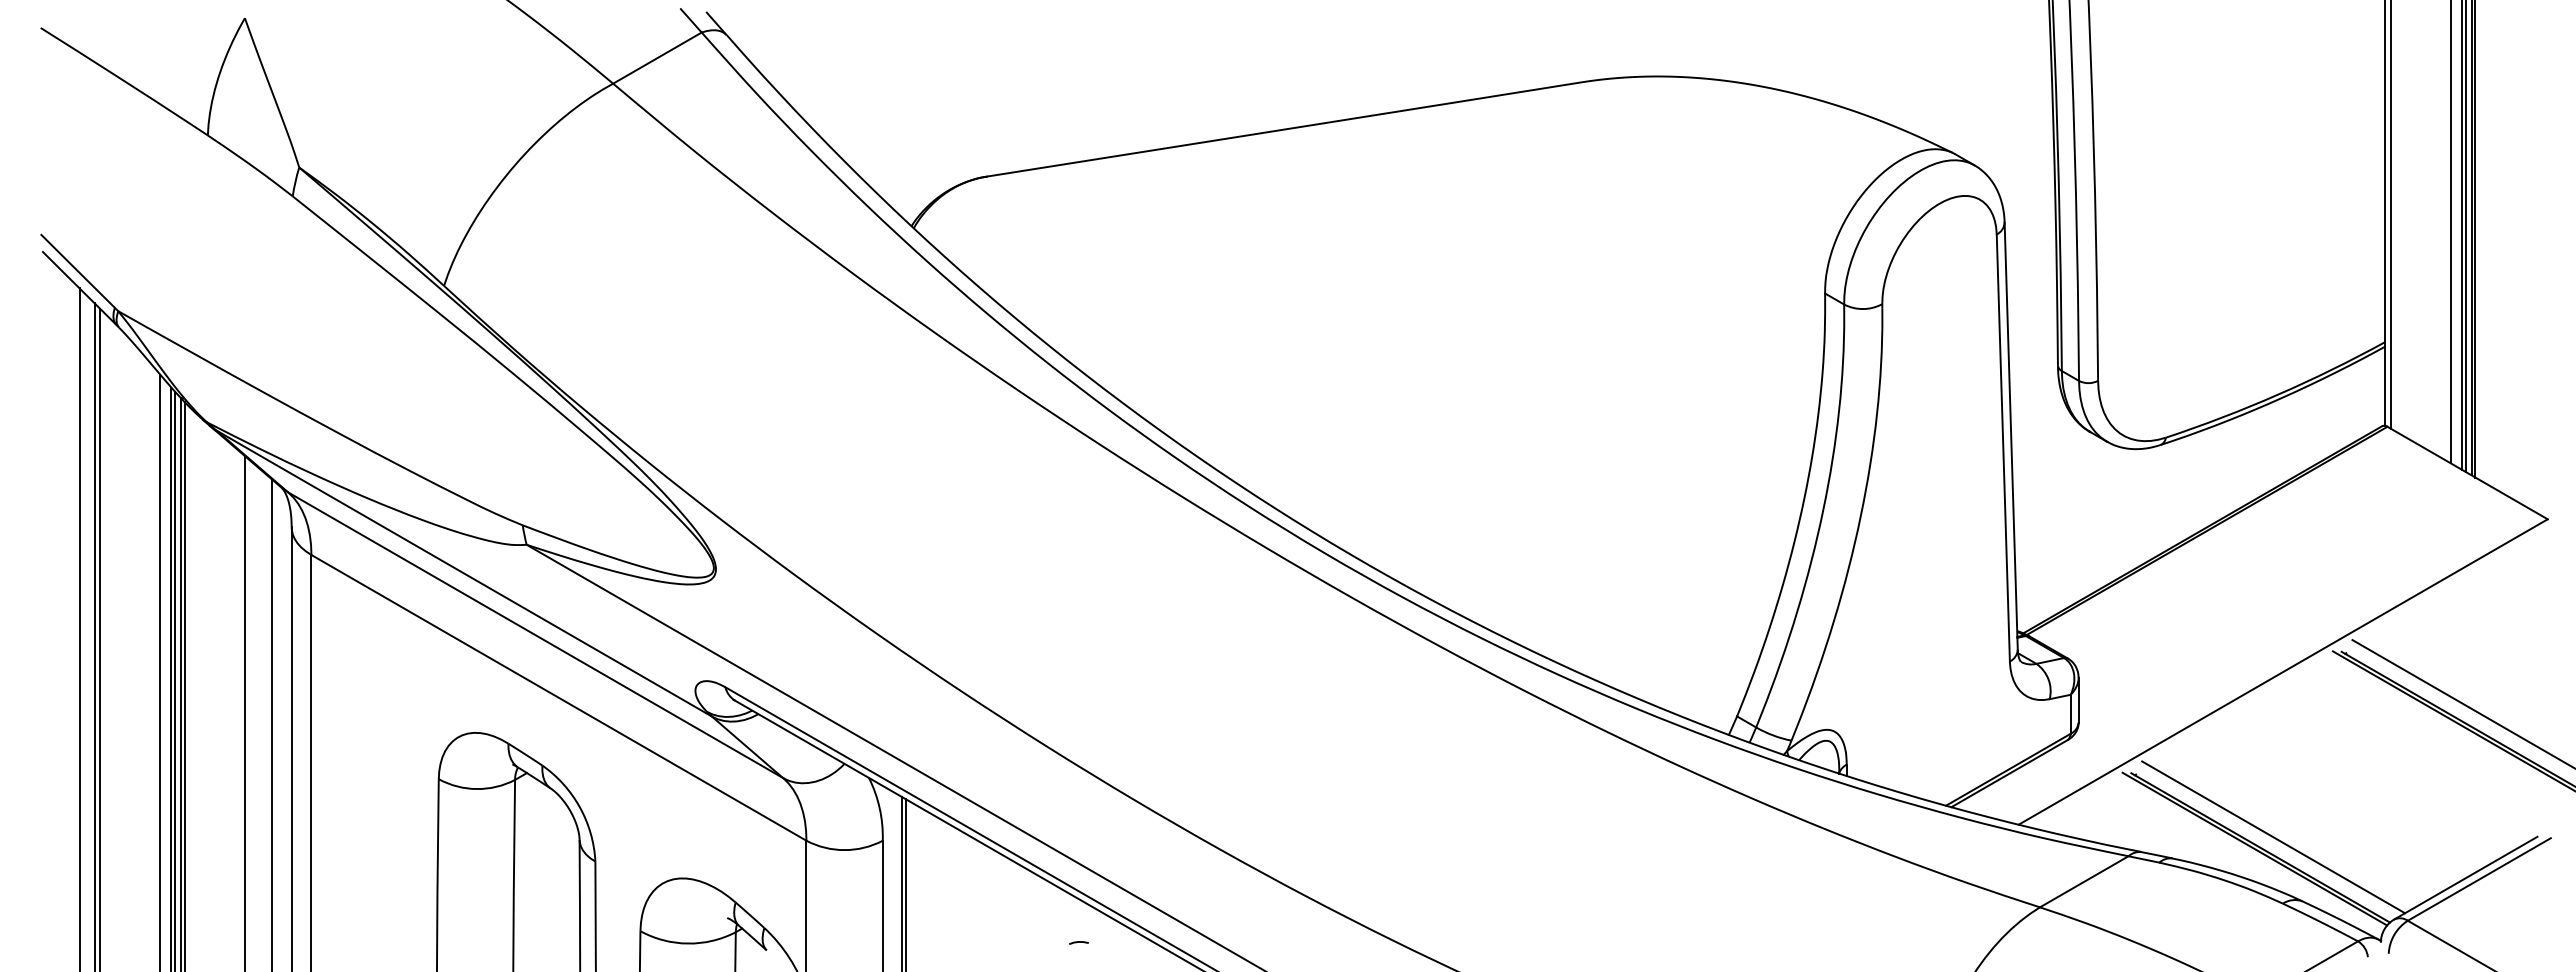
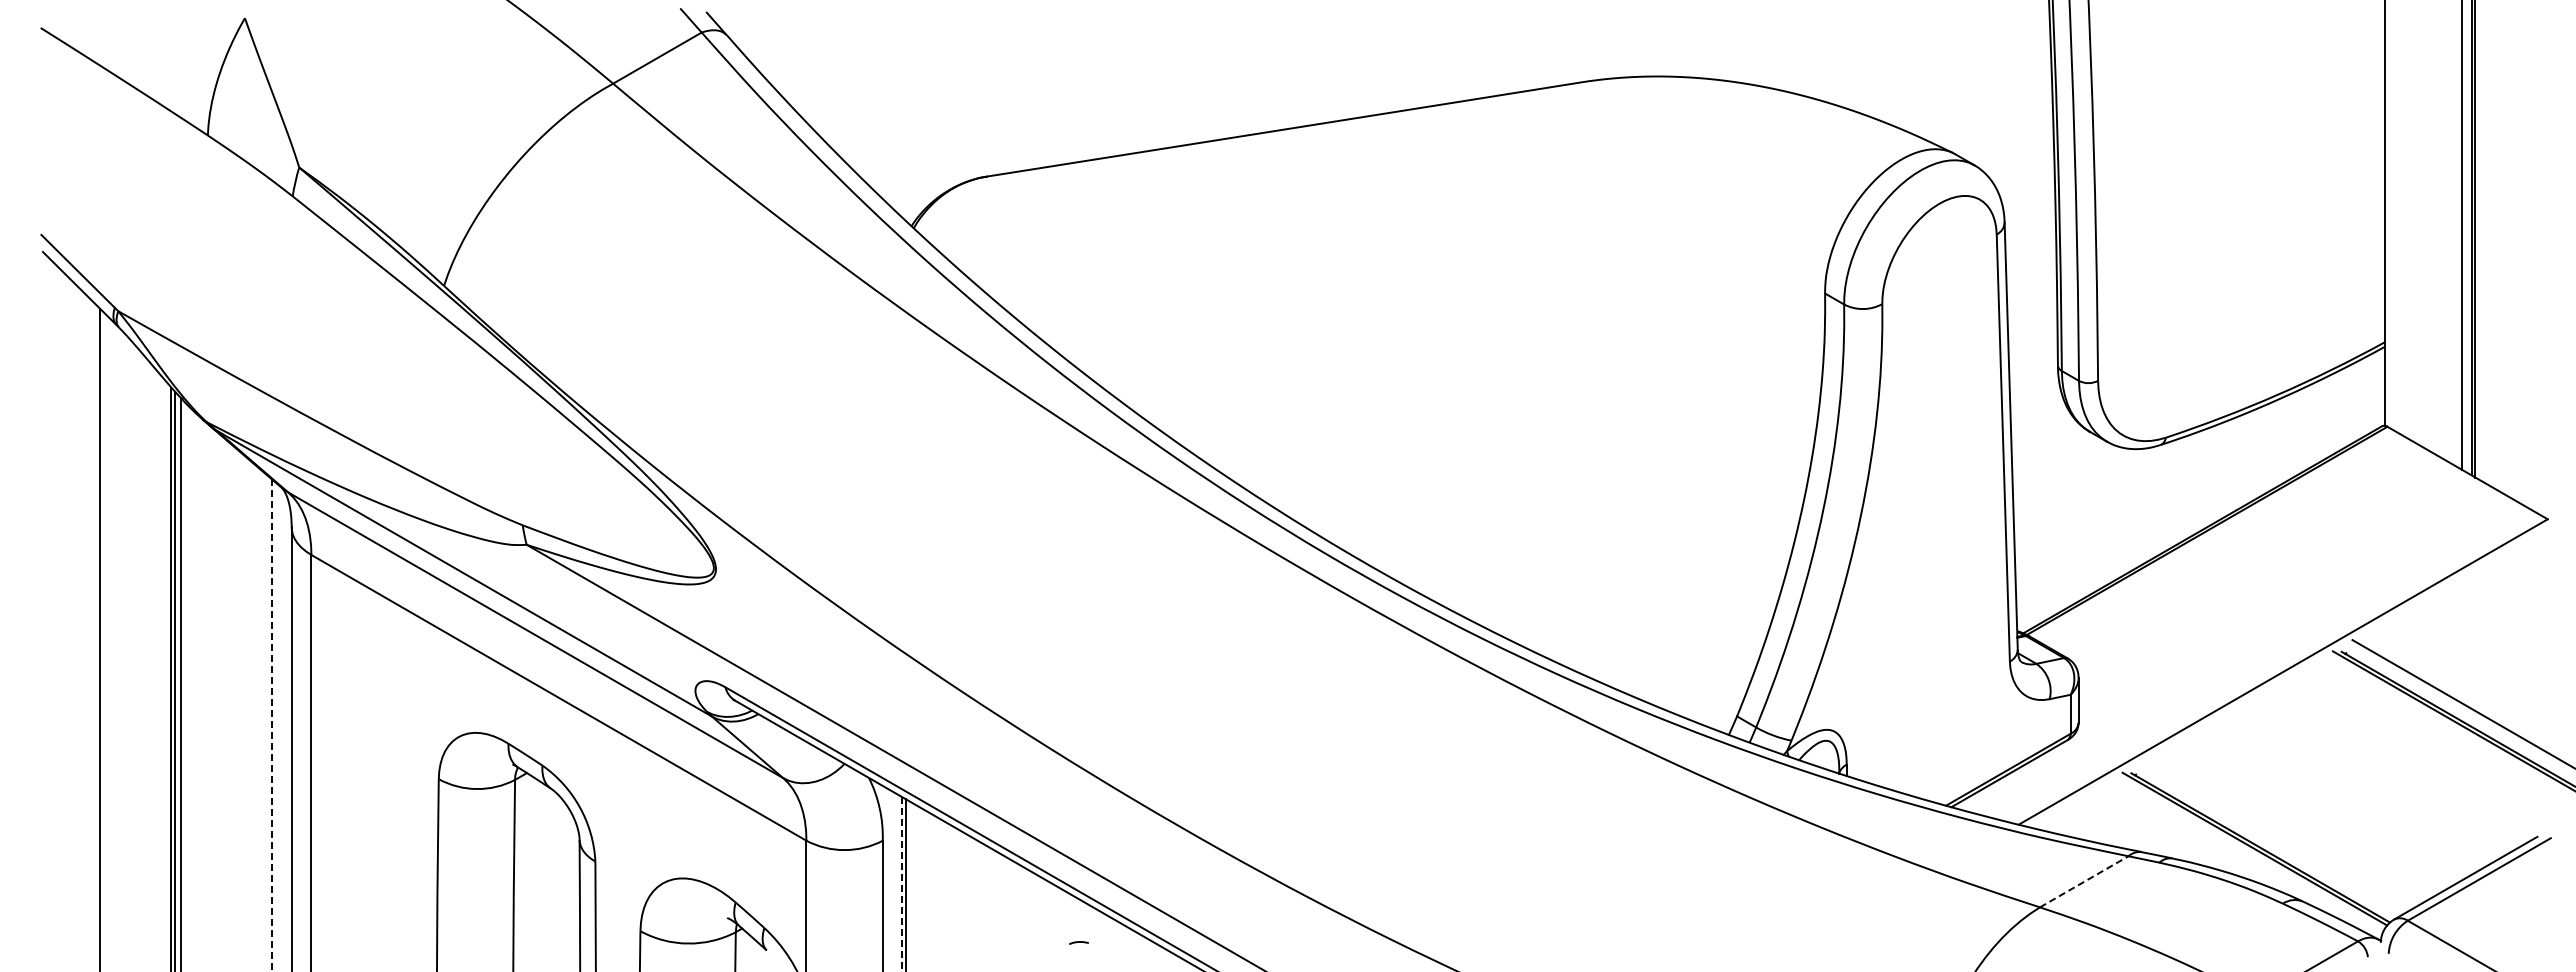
line at (2390, 215): present -> none
line at (2451, 232): present -> none
line at (2466, 237): present -> none
line at (79, 628): present -> none
line at (94, 635): present -> none
line at (160, 671): present -> none
line at (184, 685): present -> none
line at (245, 712): present -> none
line at (271, 725): solid -> dashed
line at (2273, 837): present -> none
line at (2084, 881): solid -> dashed
line at (901, 884): solid -> dashed
